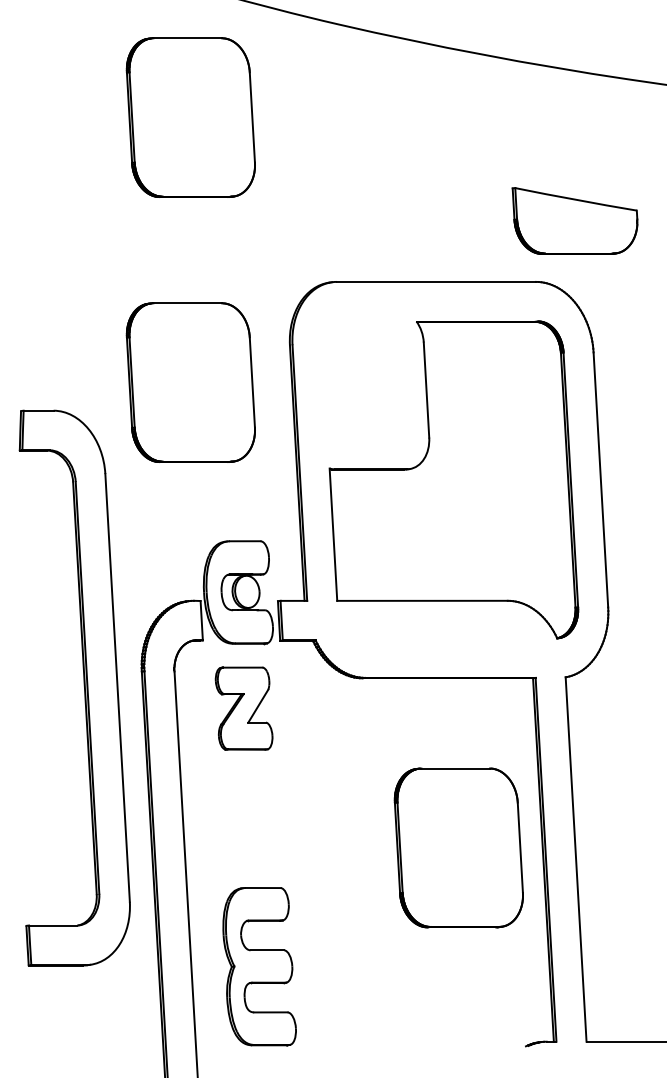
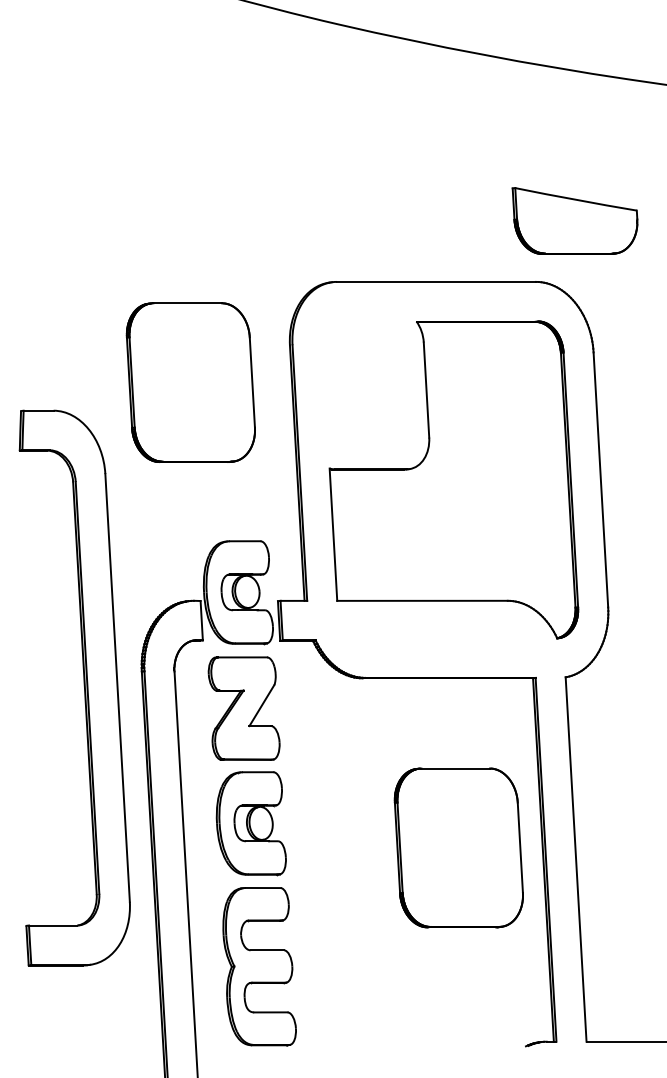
part at (190, 117): present -> none
part at (243, 708) size: 60x85 px -> 74x105 px
part at (250, 823): none -> present
